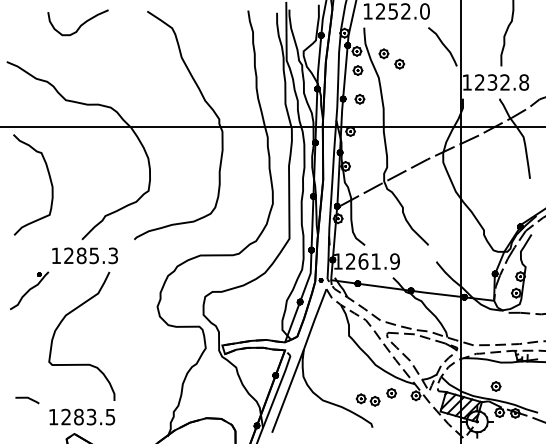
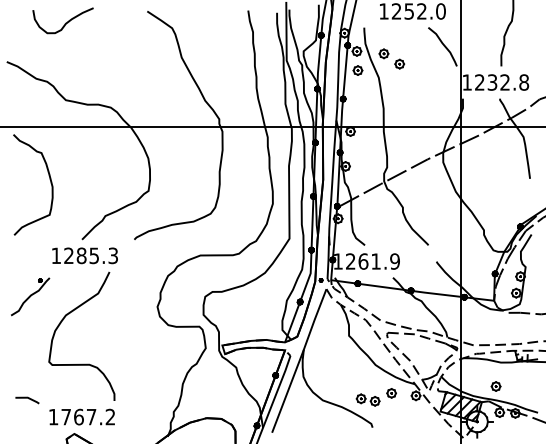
text at (396, 11) position: (396, 11) -> (412, 11)
curve at (80, 24) position: (80, 24) -> (65, 22)
part at (359, 99): present -> none
part at (29, 290) position: (29, 290) -> (30, 296)
text at (88, 416): 1283.5 -> 1767.2
